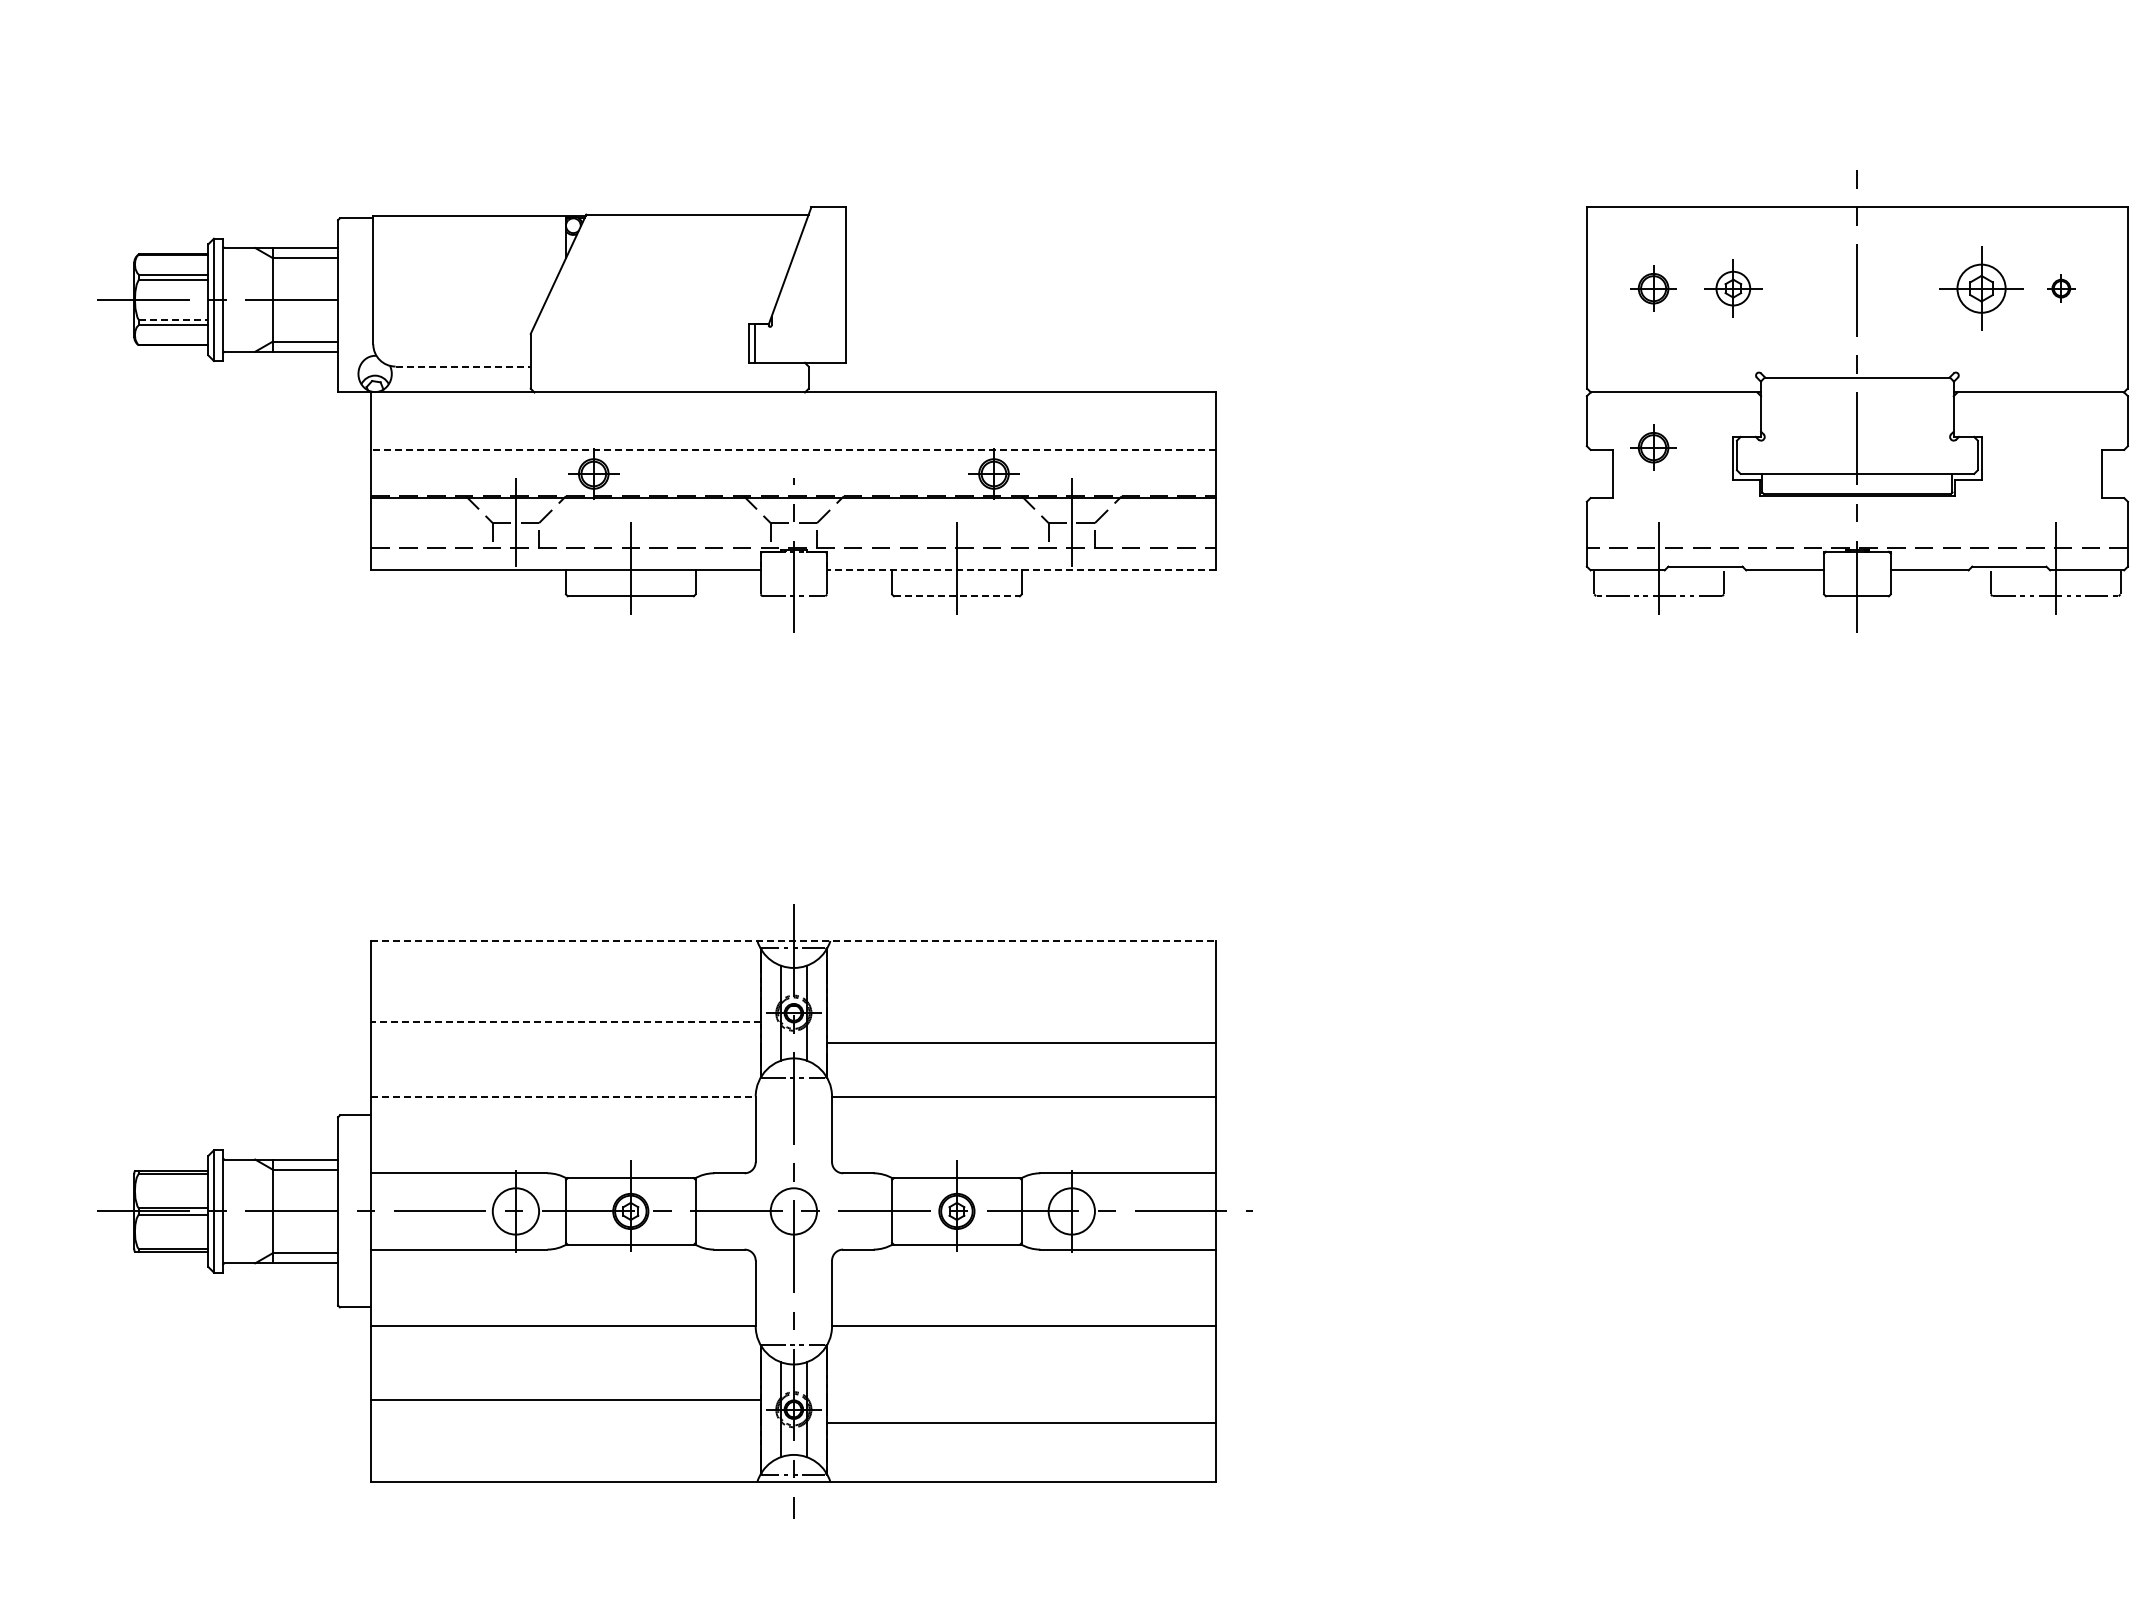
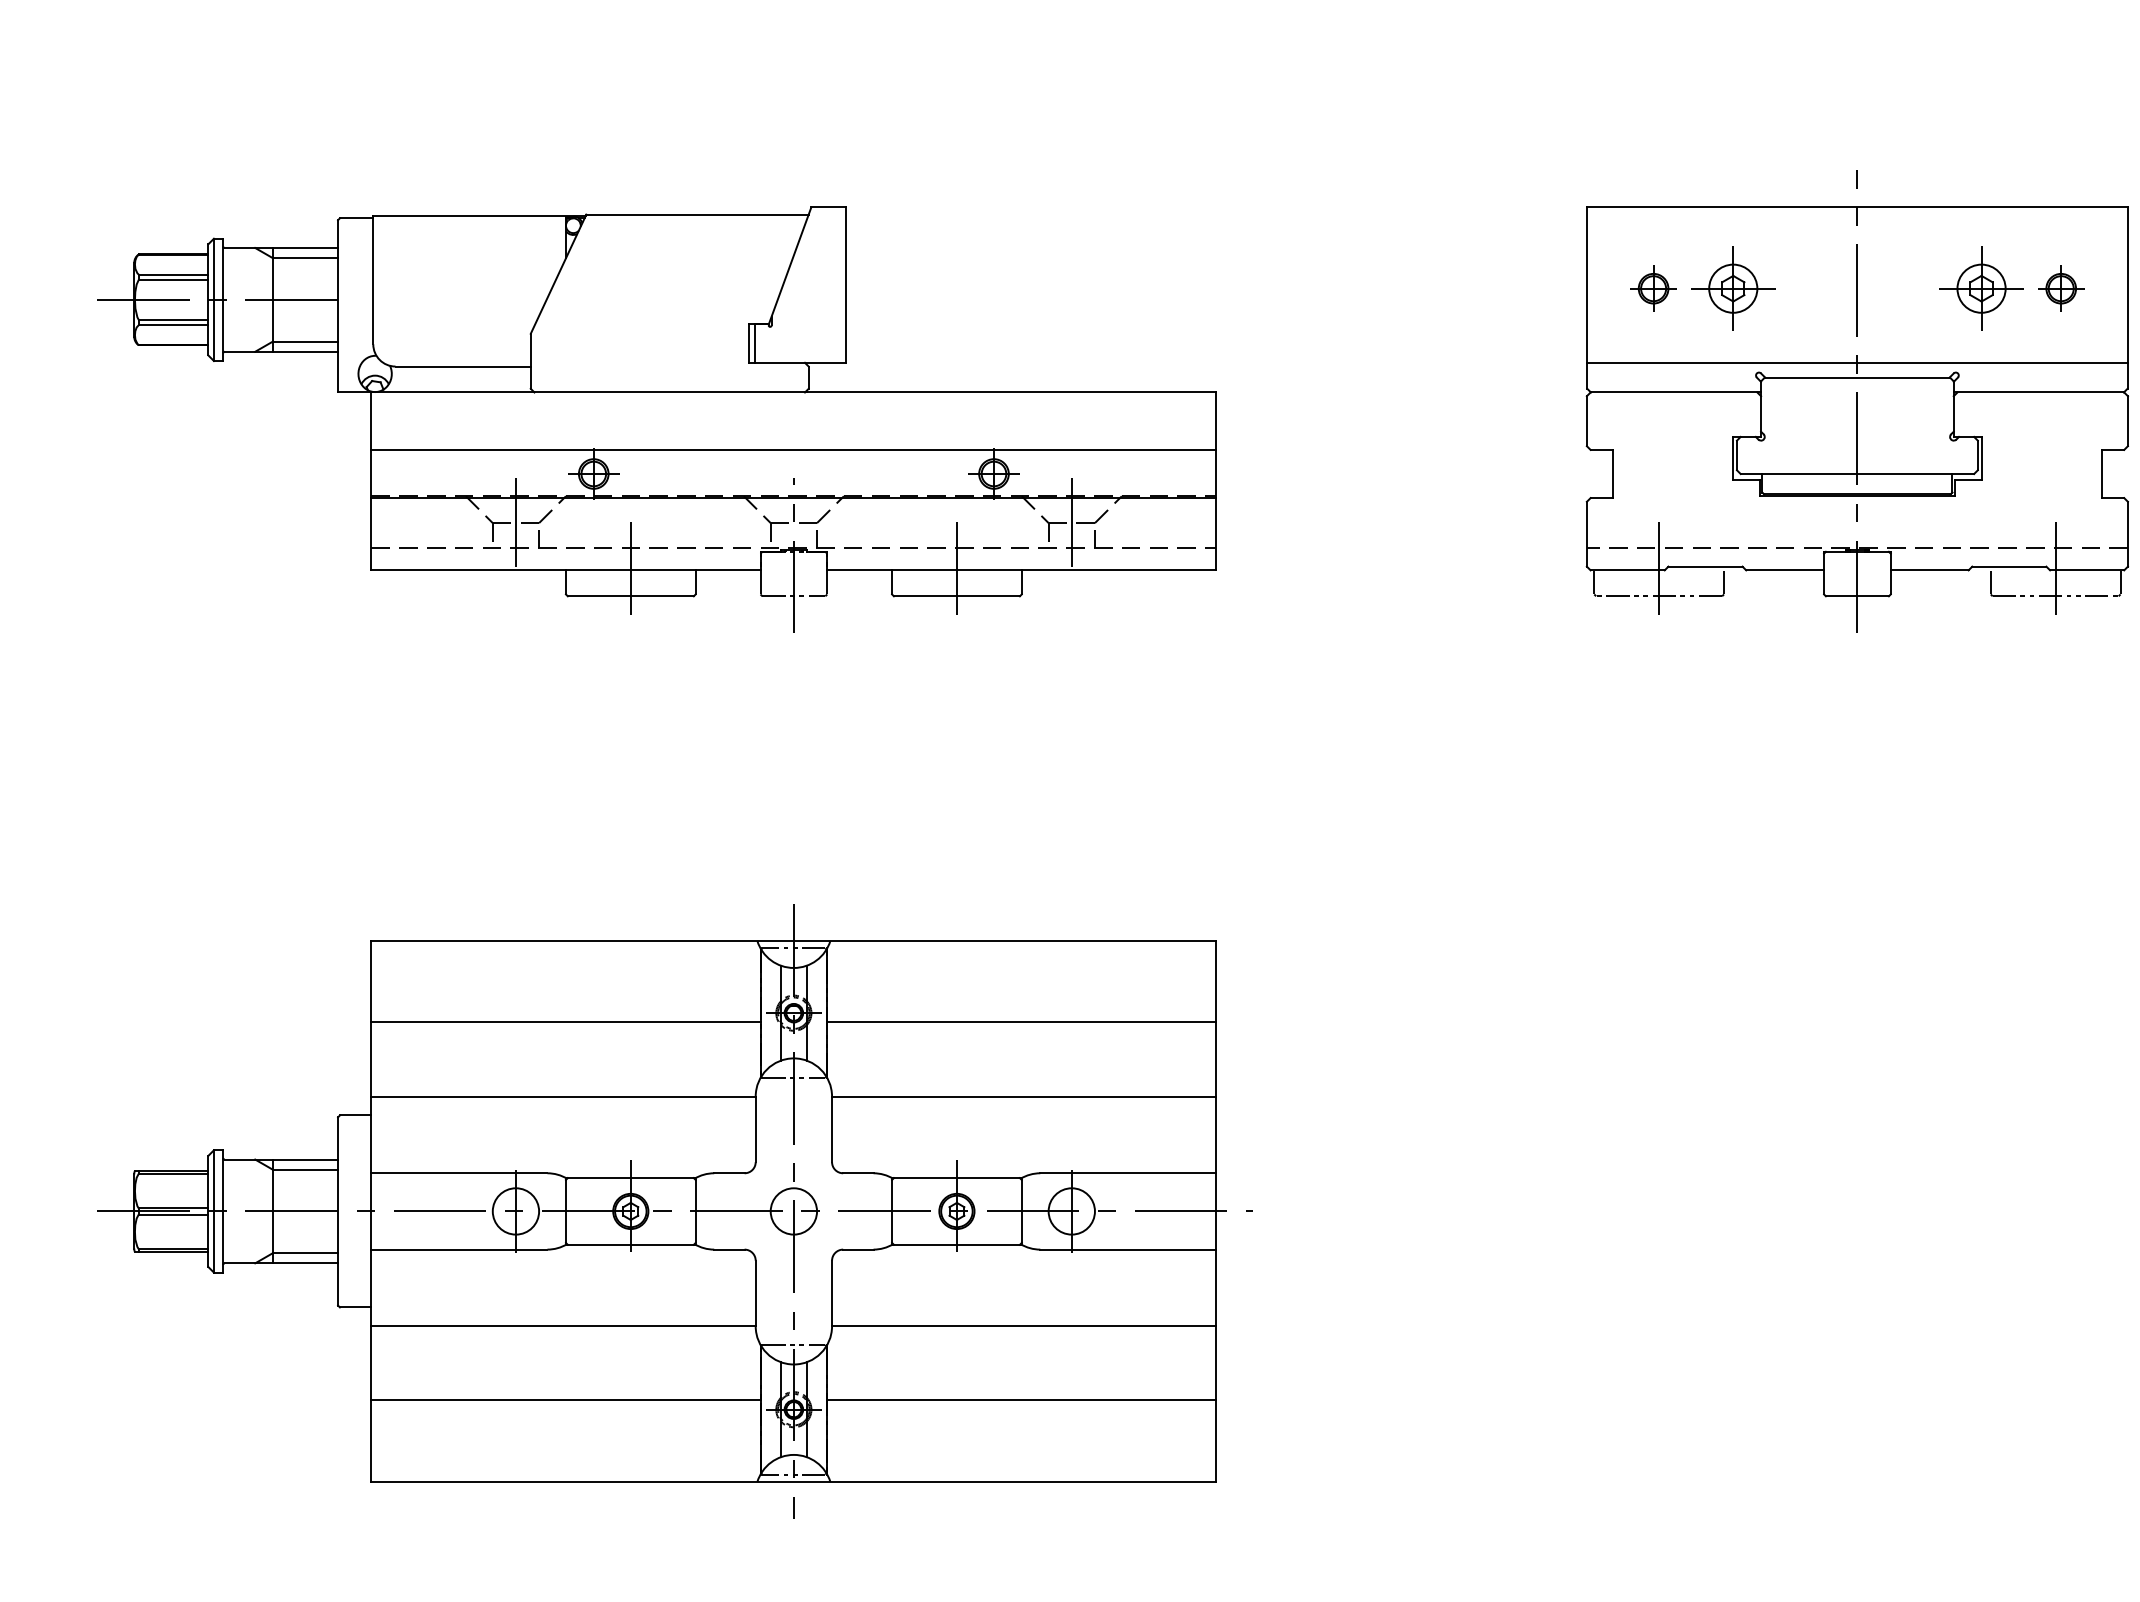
part at (1733, 288) size: 59x59 px -> 85x85 px
part at (2061, 288) size: 29x29 px -> 47x47 px
line at (173, 319): dashed -> solid
line at (1857, 362): none -> present
line at (463, 366): dashed -> solid
part at (1653, 447): present -> none
line at (793, 449): dashed -> solid
line at (1021, 570): dashed -> solid
line at (956, 596): dashed -> solid
line at (794, 940): dashed -> solid
line at (565, 1022): dashed -> solid
line at (1021, 1043) position: (1021, 1043) -> (1021, 1022)
line at (564, 1096): dashed -> solid
line at (1021, 1423) position: (1021, 1423) -> (1021, 1400)
